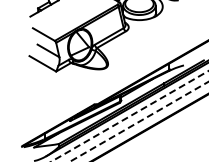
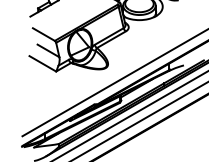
line at (113, 83): none -> present
line at (129, 116): dashed -> solid
line at (138, 122): dashed -> solid
